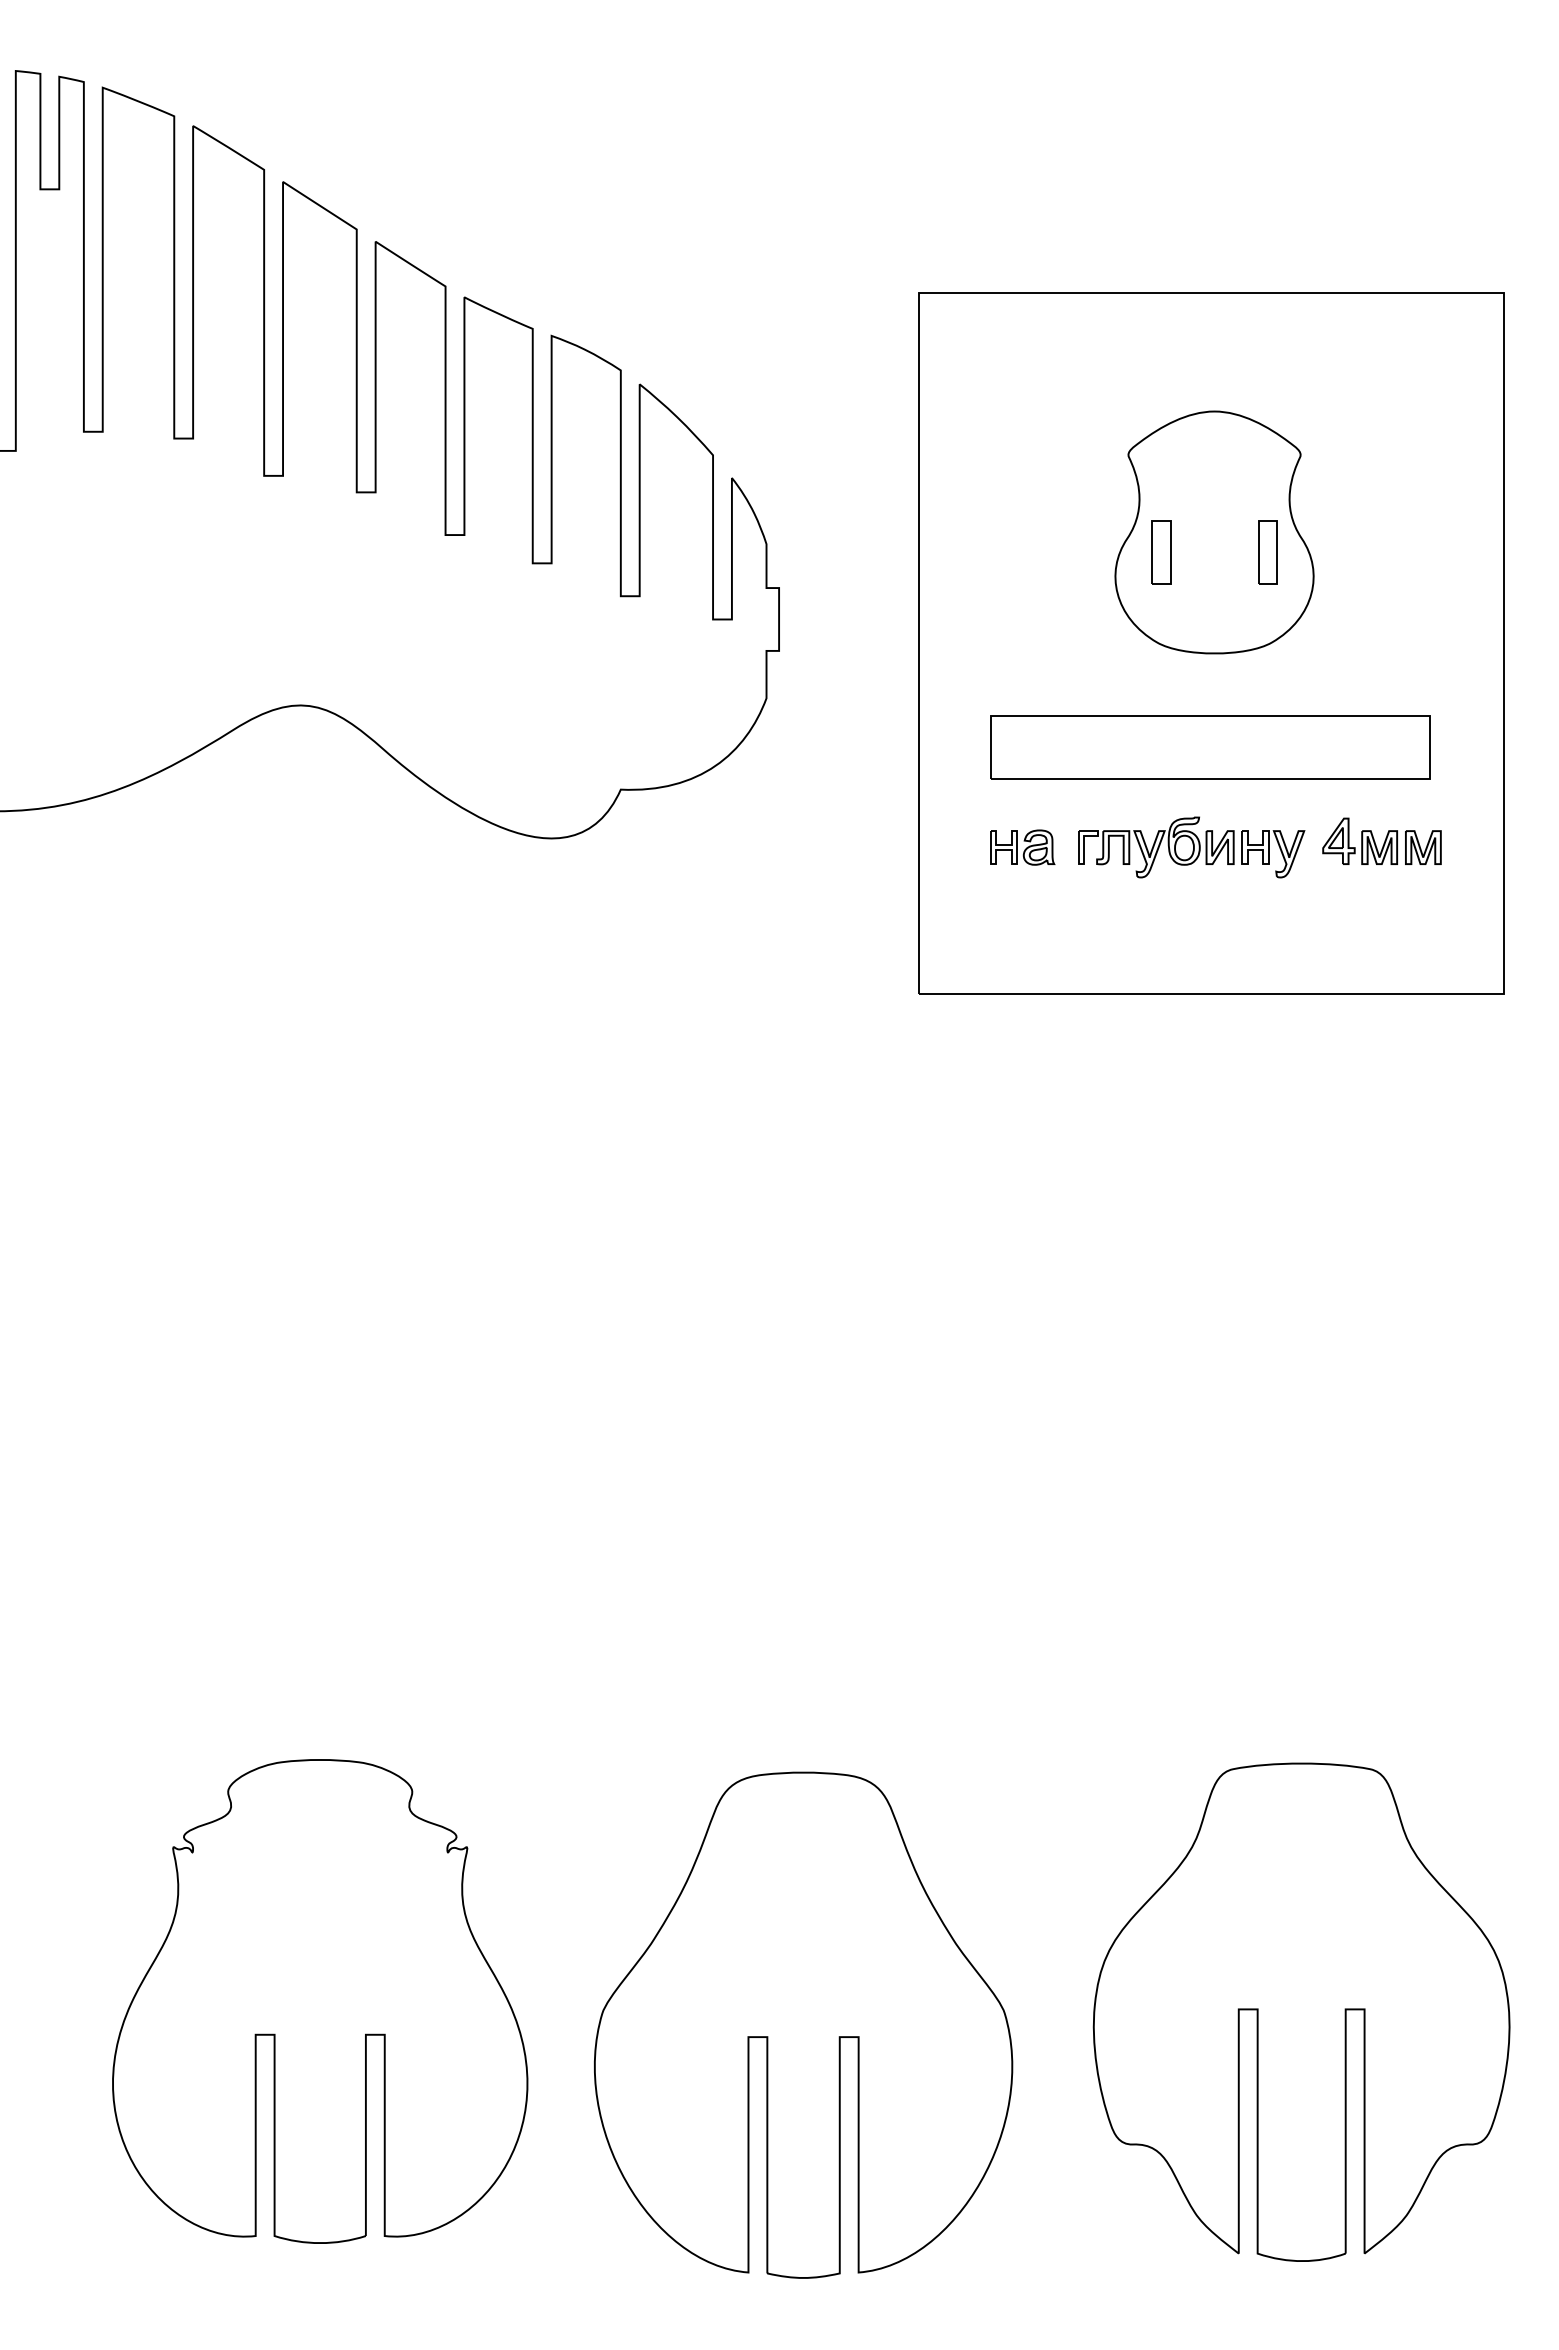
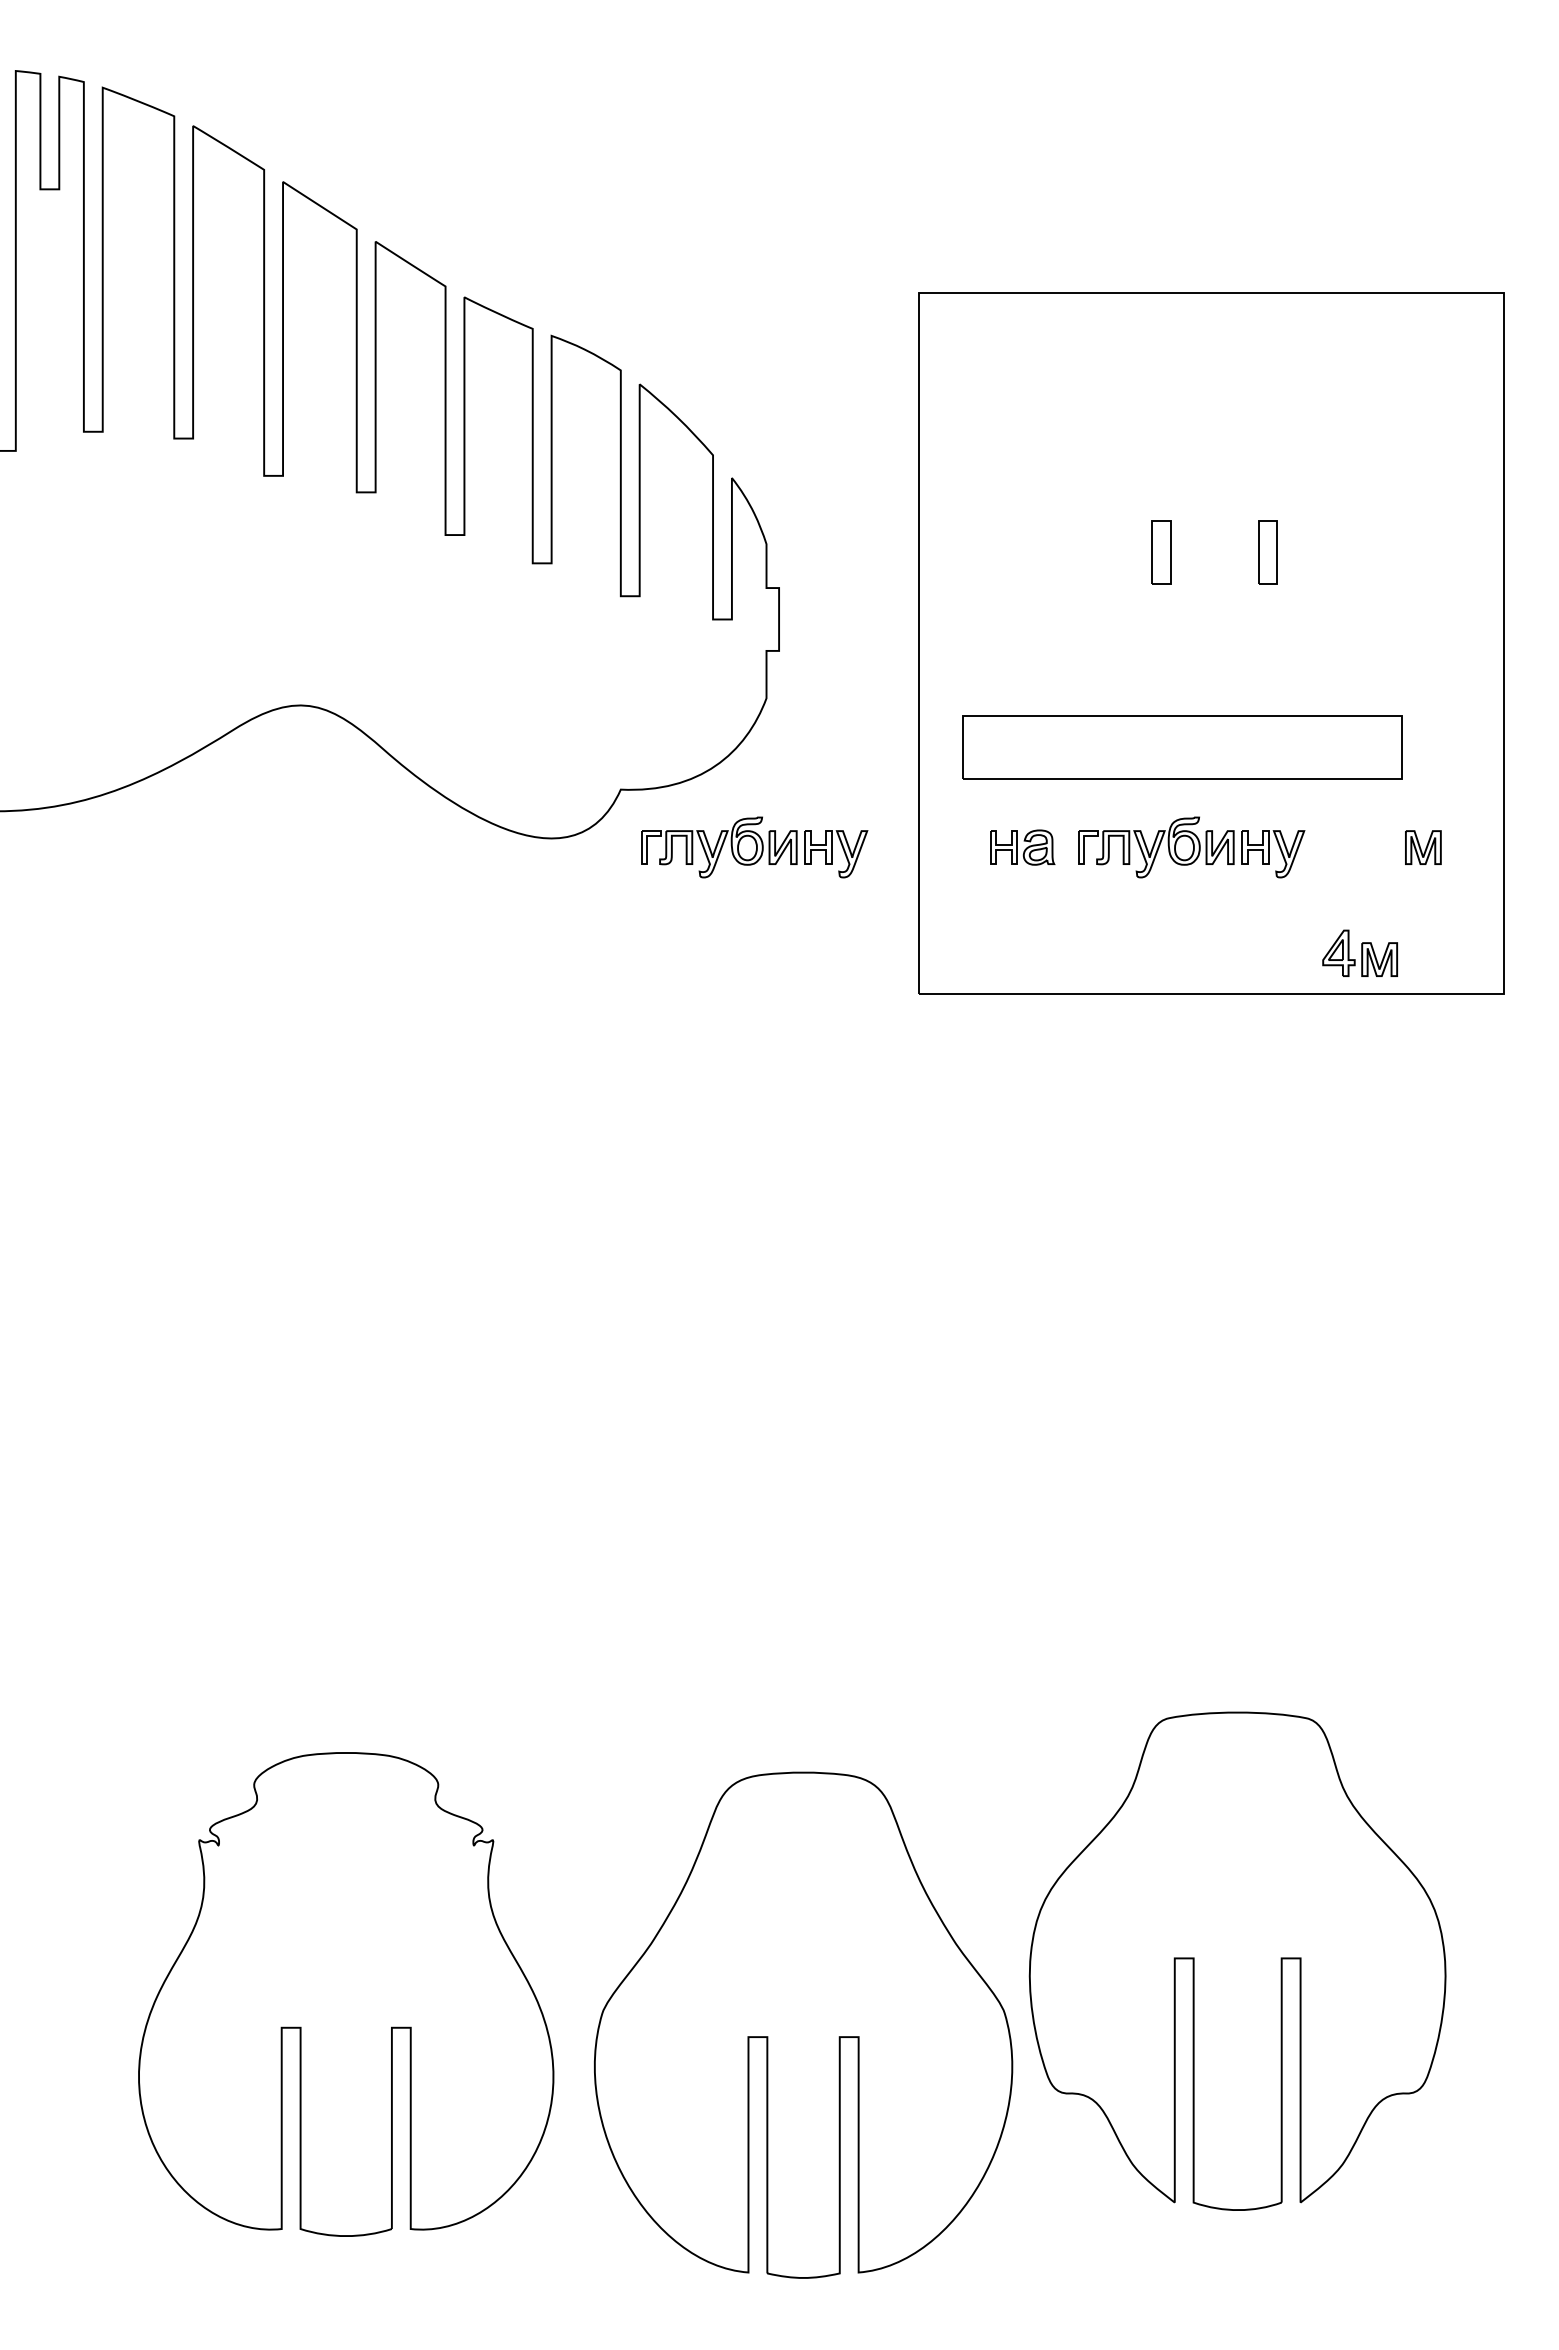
part at (1214, 532): present -> none
part at (1210, 747) position: (1210, 747) -> (1182, 747)
part at (1359, 840) position: (1359, 840) -> (1359, 952)
part at (754, 847): none -> present
part at (320, 2001) position: (320, 2001) -> (346, 1994)
part at (1301, 2011) position: (1301, 2011) -> (1237, 1960)
